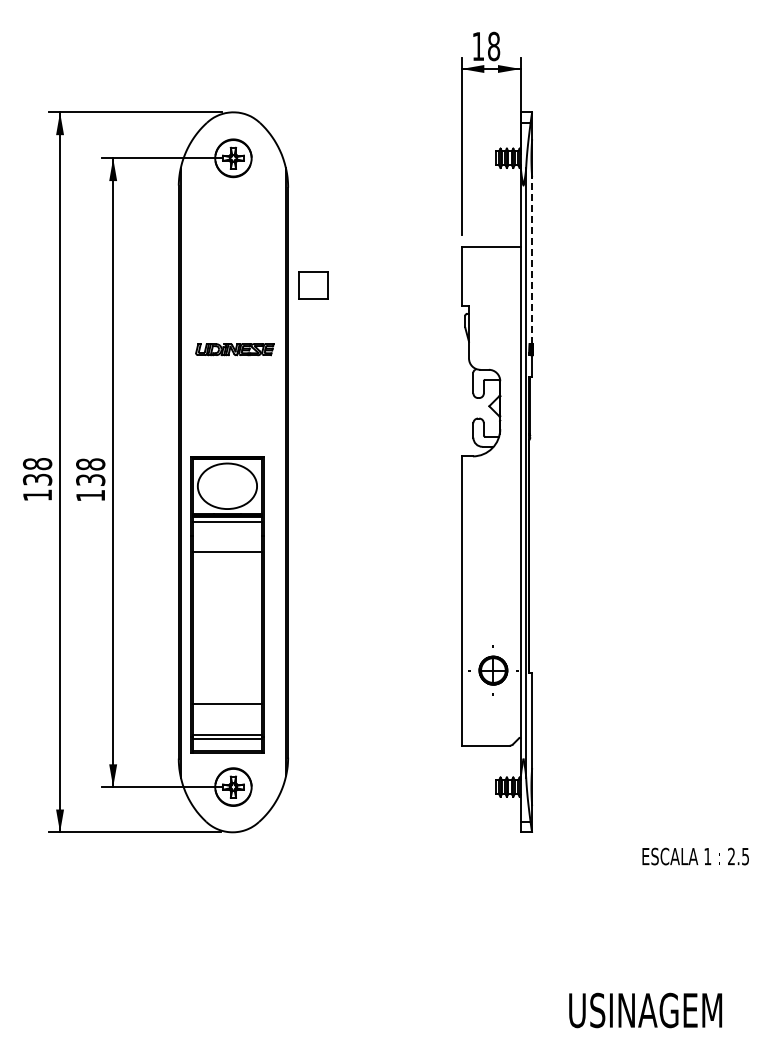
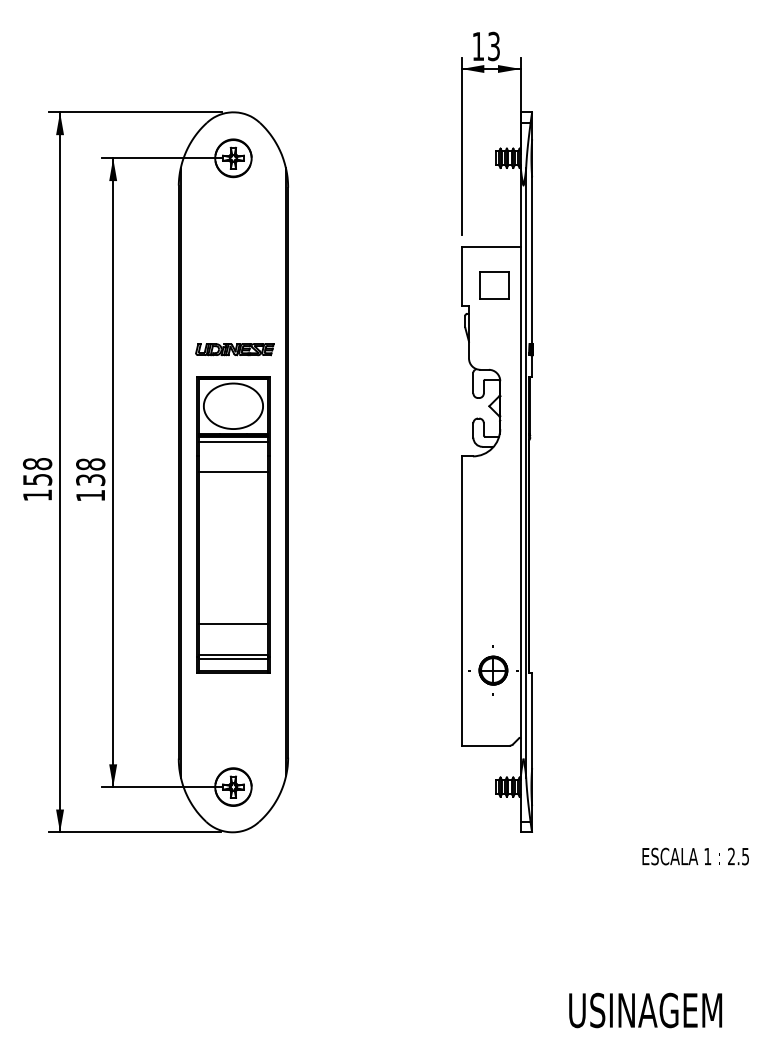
text at (494, 46): 18 -> 13
line at (532, 260): dashed -> solid
part at (313, 285) position: (313, 285) -> (494, 285)
text at (36, 479): 138 -> 158
part at (227, 604) position: (227, 604) -> (233, 524)
